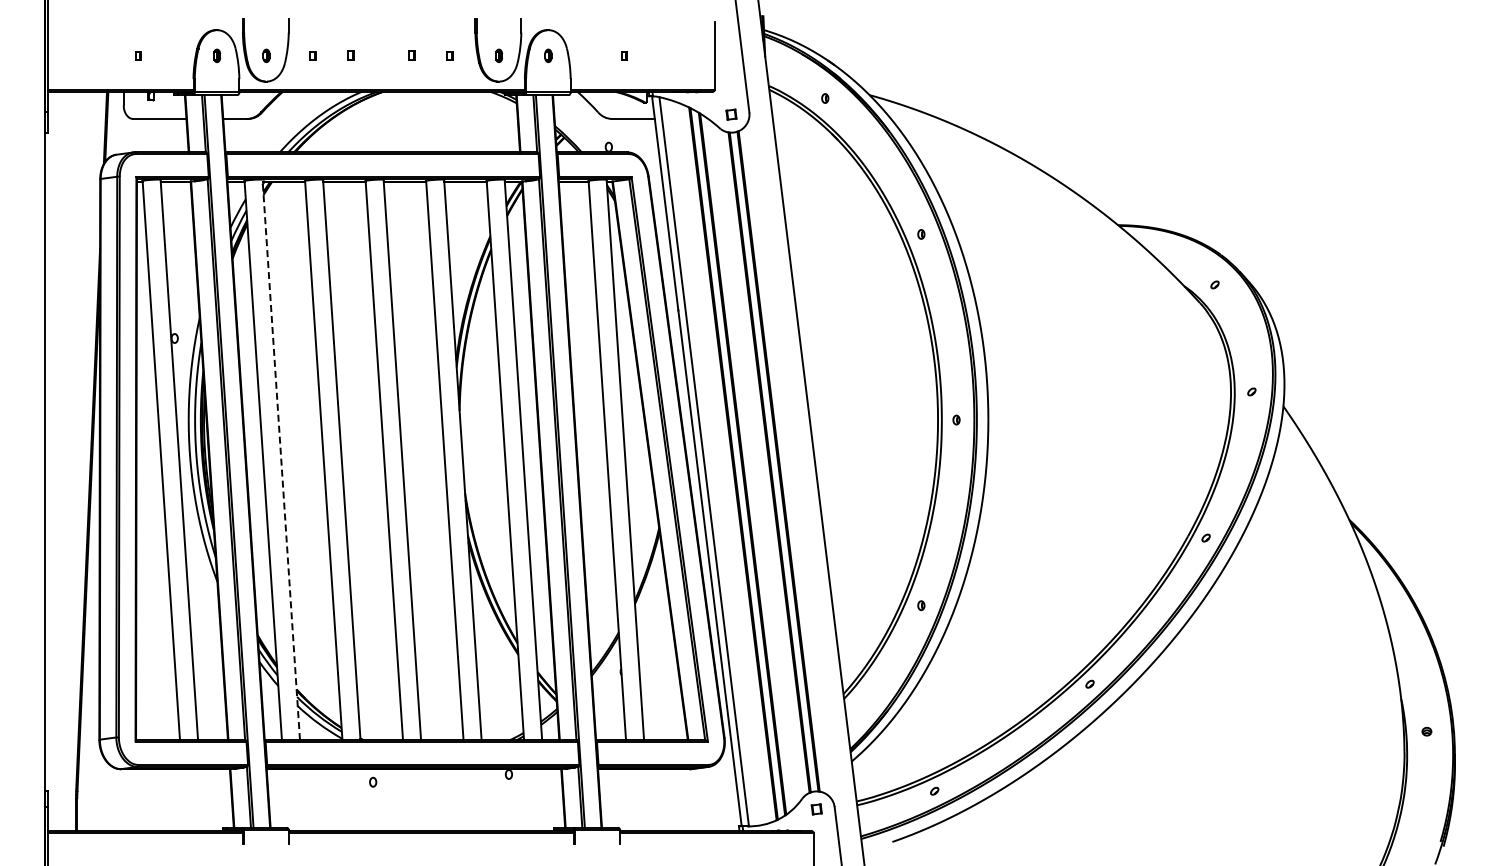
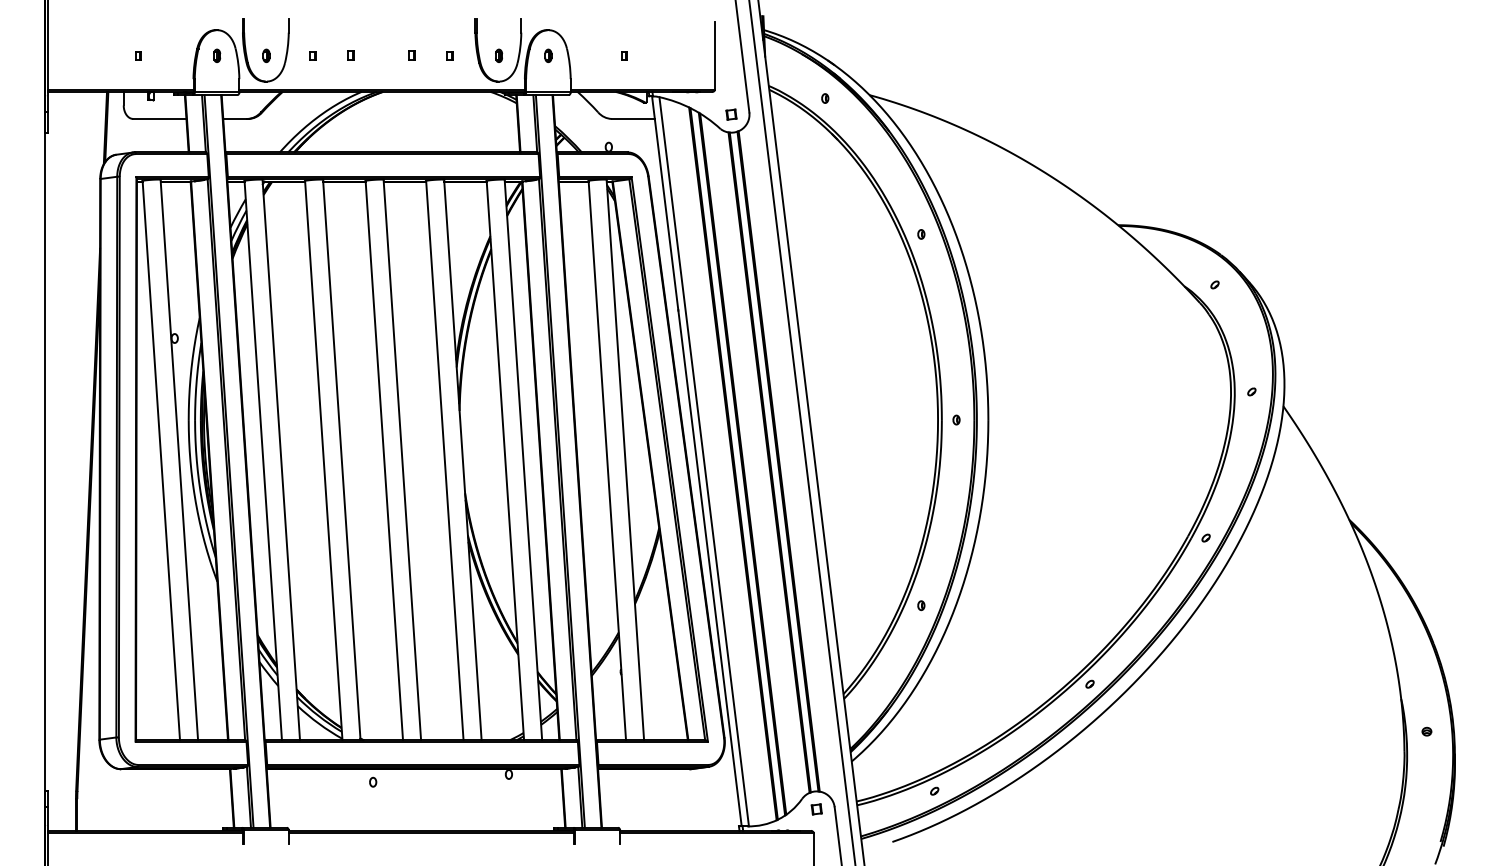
line at (802, 432): none -> present
line at (281, 459): dashed -> solid
